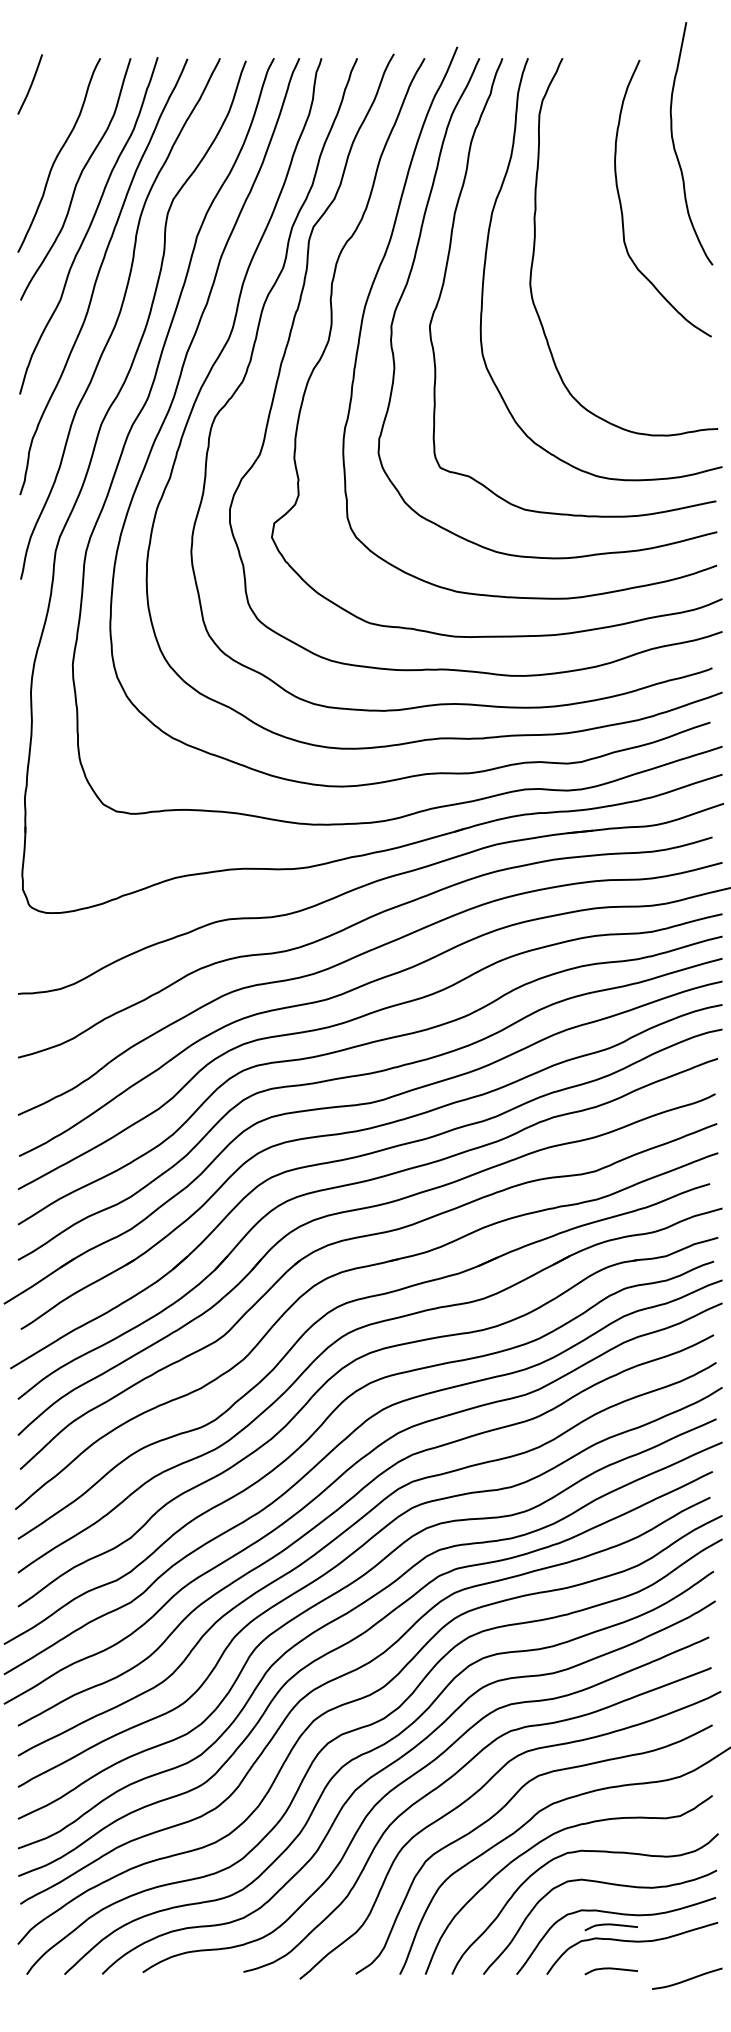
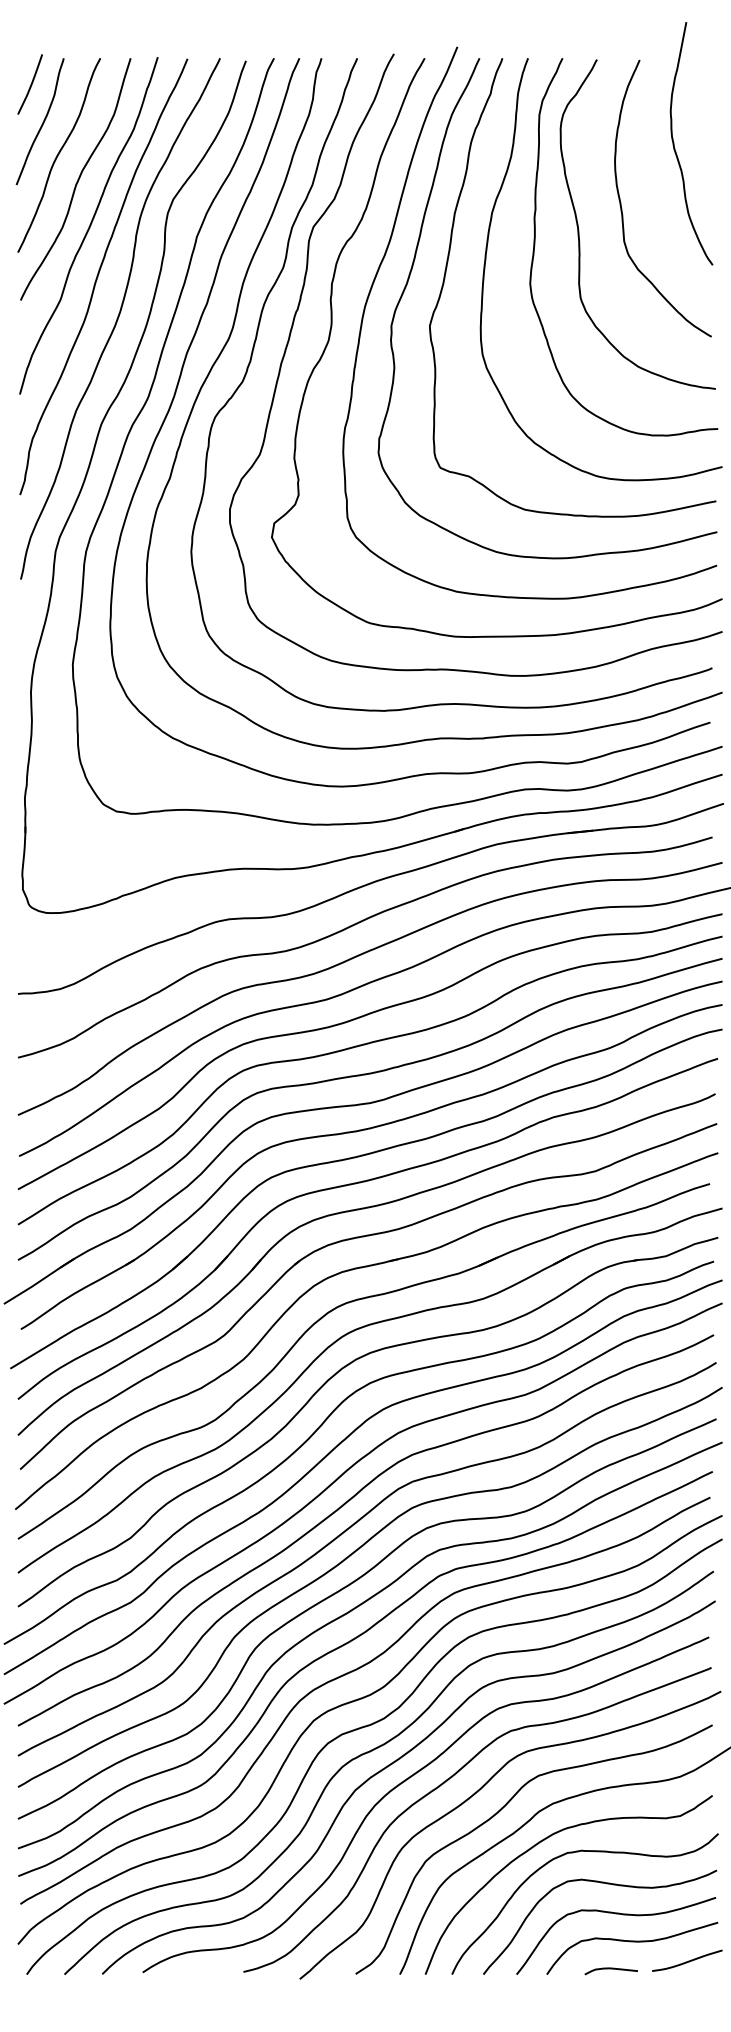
curve at (42, 122): none -> present
curve at (579, 229): none -> present
curve at (610, 1925): present -> none
curve at (688, 1978) position: (688, 1978) -> (688, 1960)
